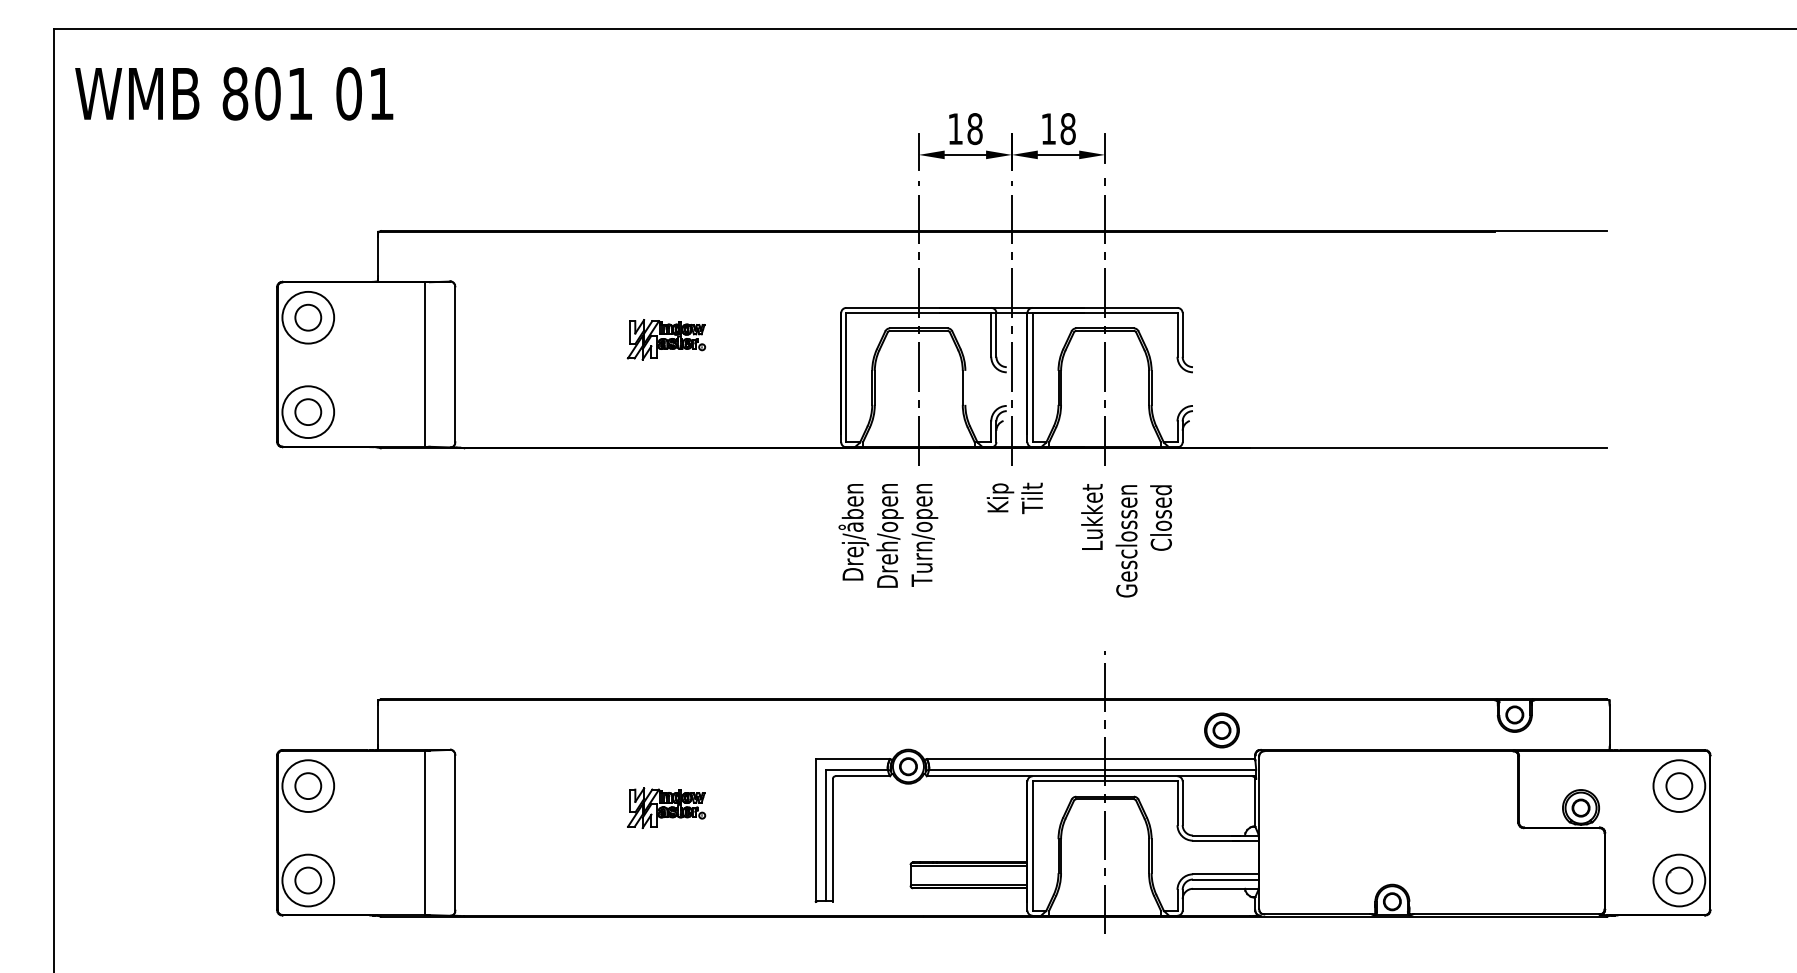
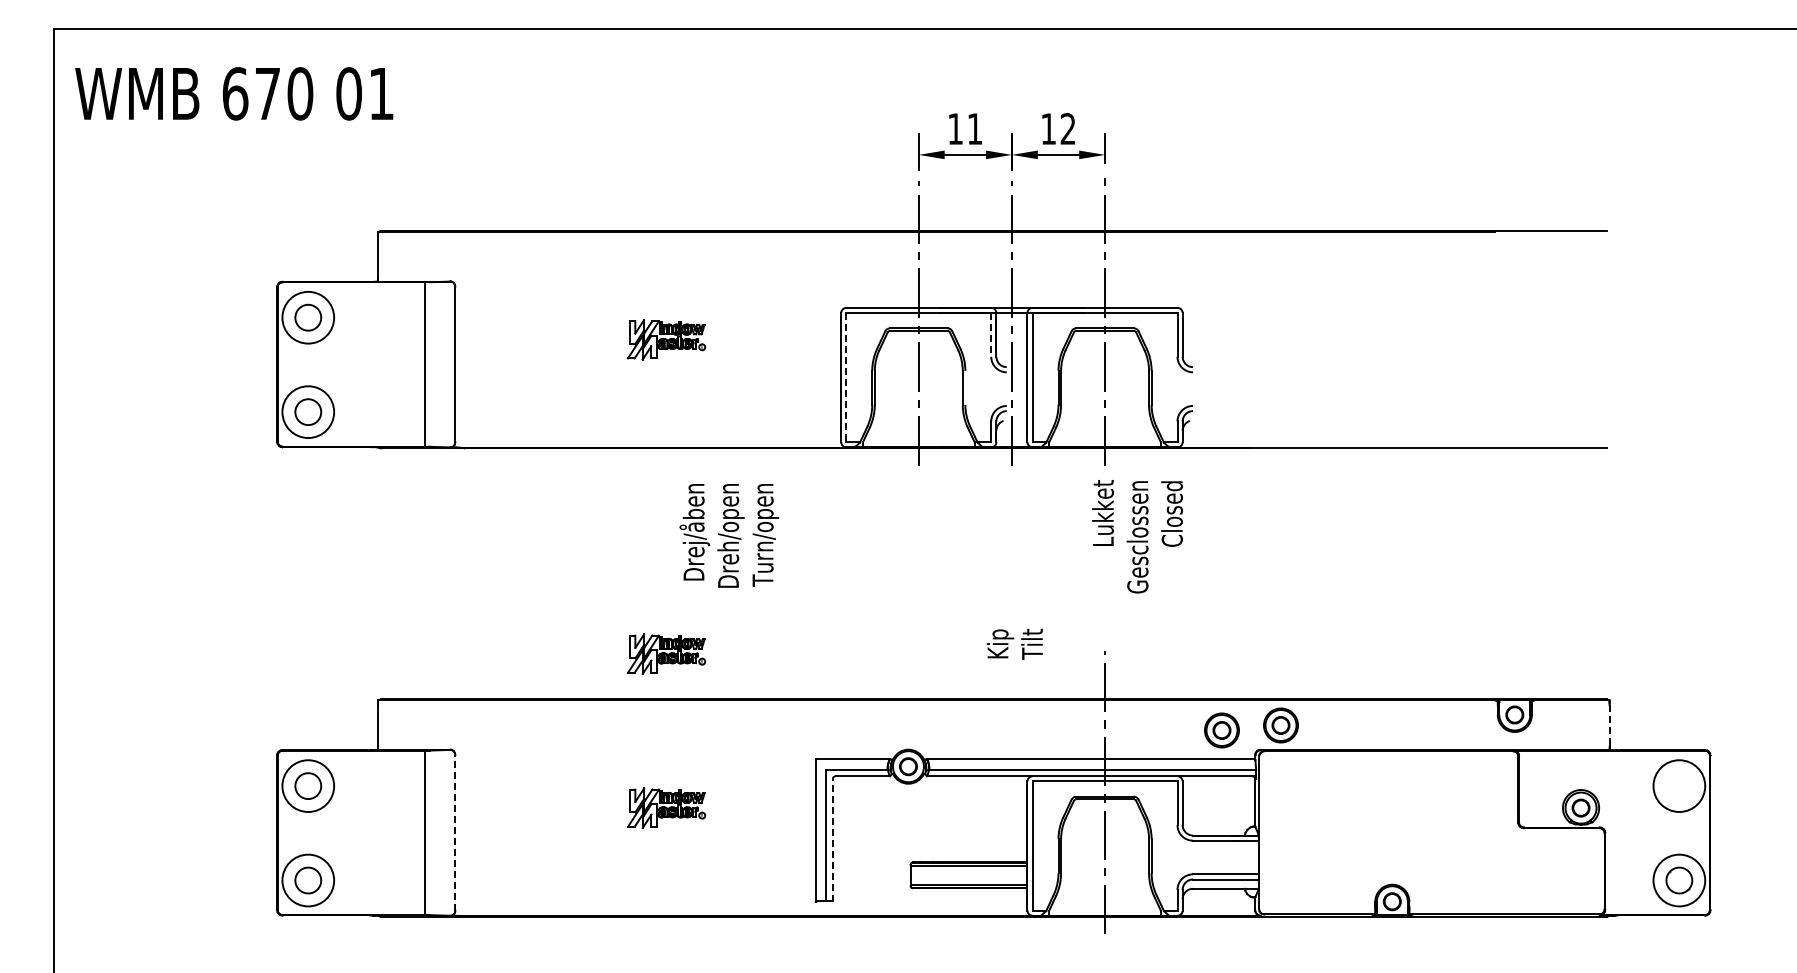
text at (267, 93): 801 -> 670
text at (974, 129): 18 -> 11
text at (1067, 129): 18 -> 12
line at (991, 334): solid -> dashed
line at (846, 377): solid -> dashed
text at (1014, 498) position: (1014, 498) -> (1014, 644)
text at (888, 535) position: (888, 535) -> (729, 535)
text at (1126, 540) position: (1126, 540) -> (1137, 536)
part at (666, 653): none -> present
part at (1280, 725): none -> present
line at (1609, 725): solid -> dashed
circle at (1679, 785): present -> none
line at (455, 832): solid -> dashed
line at (832, 840): solid -> dashed
